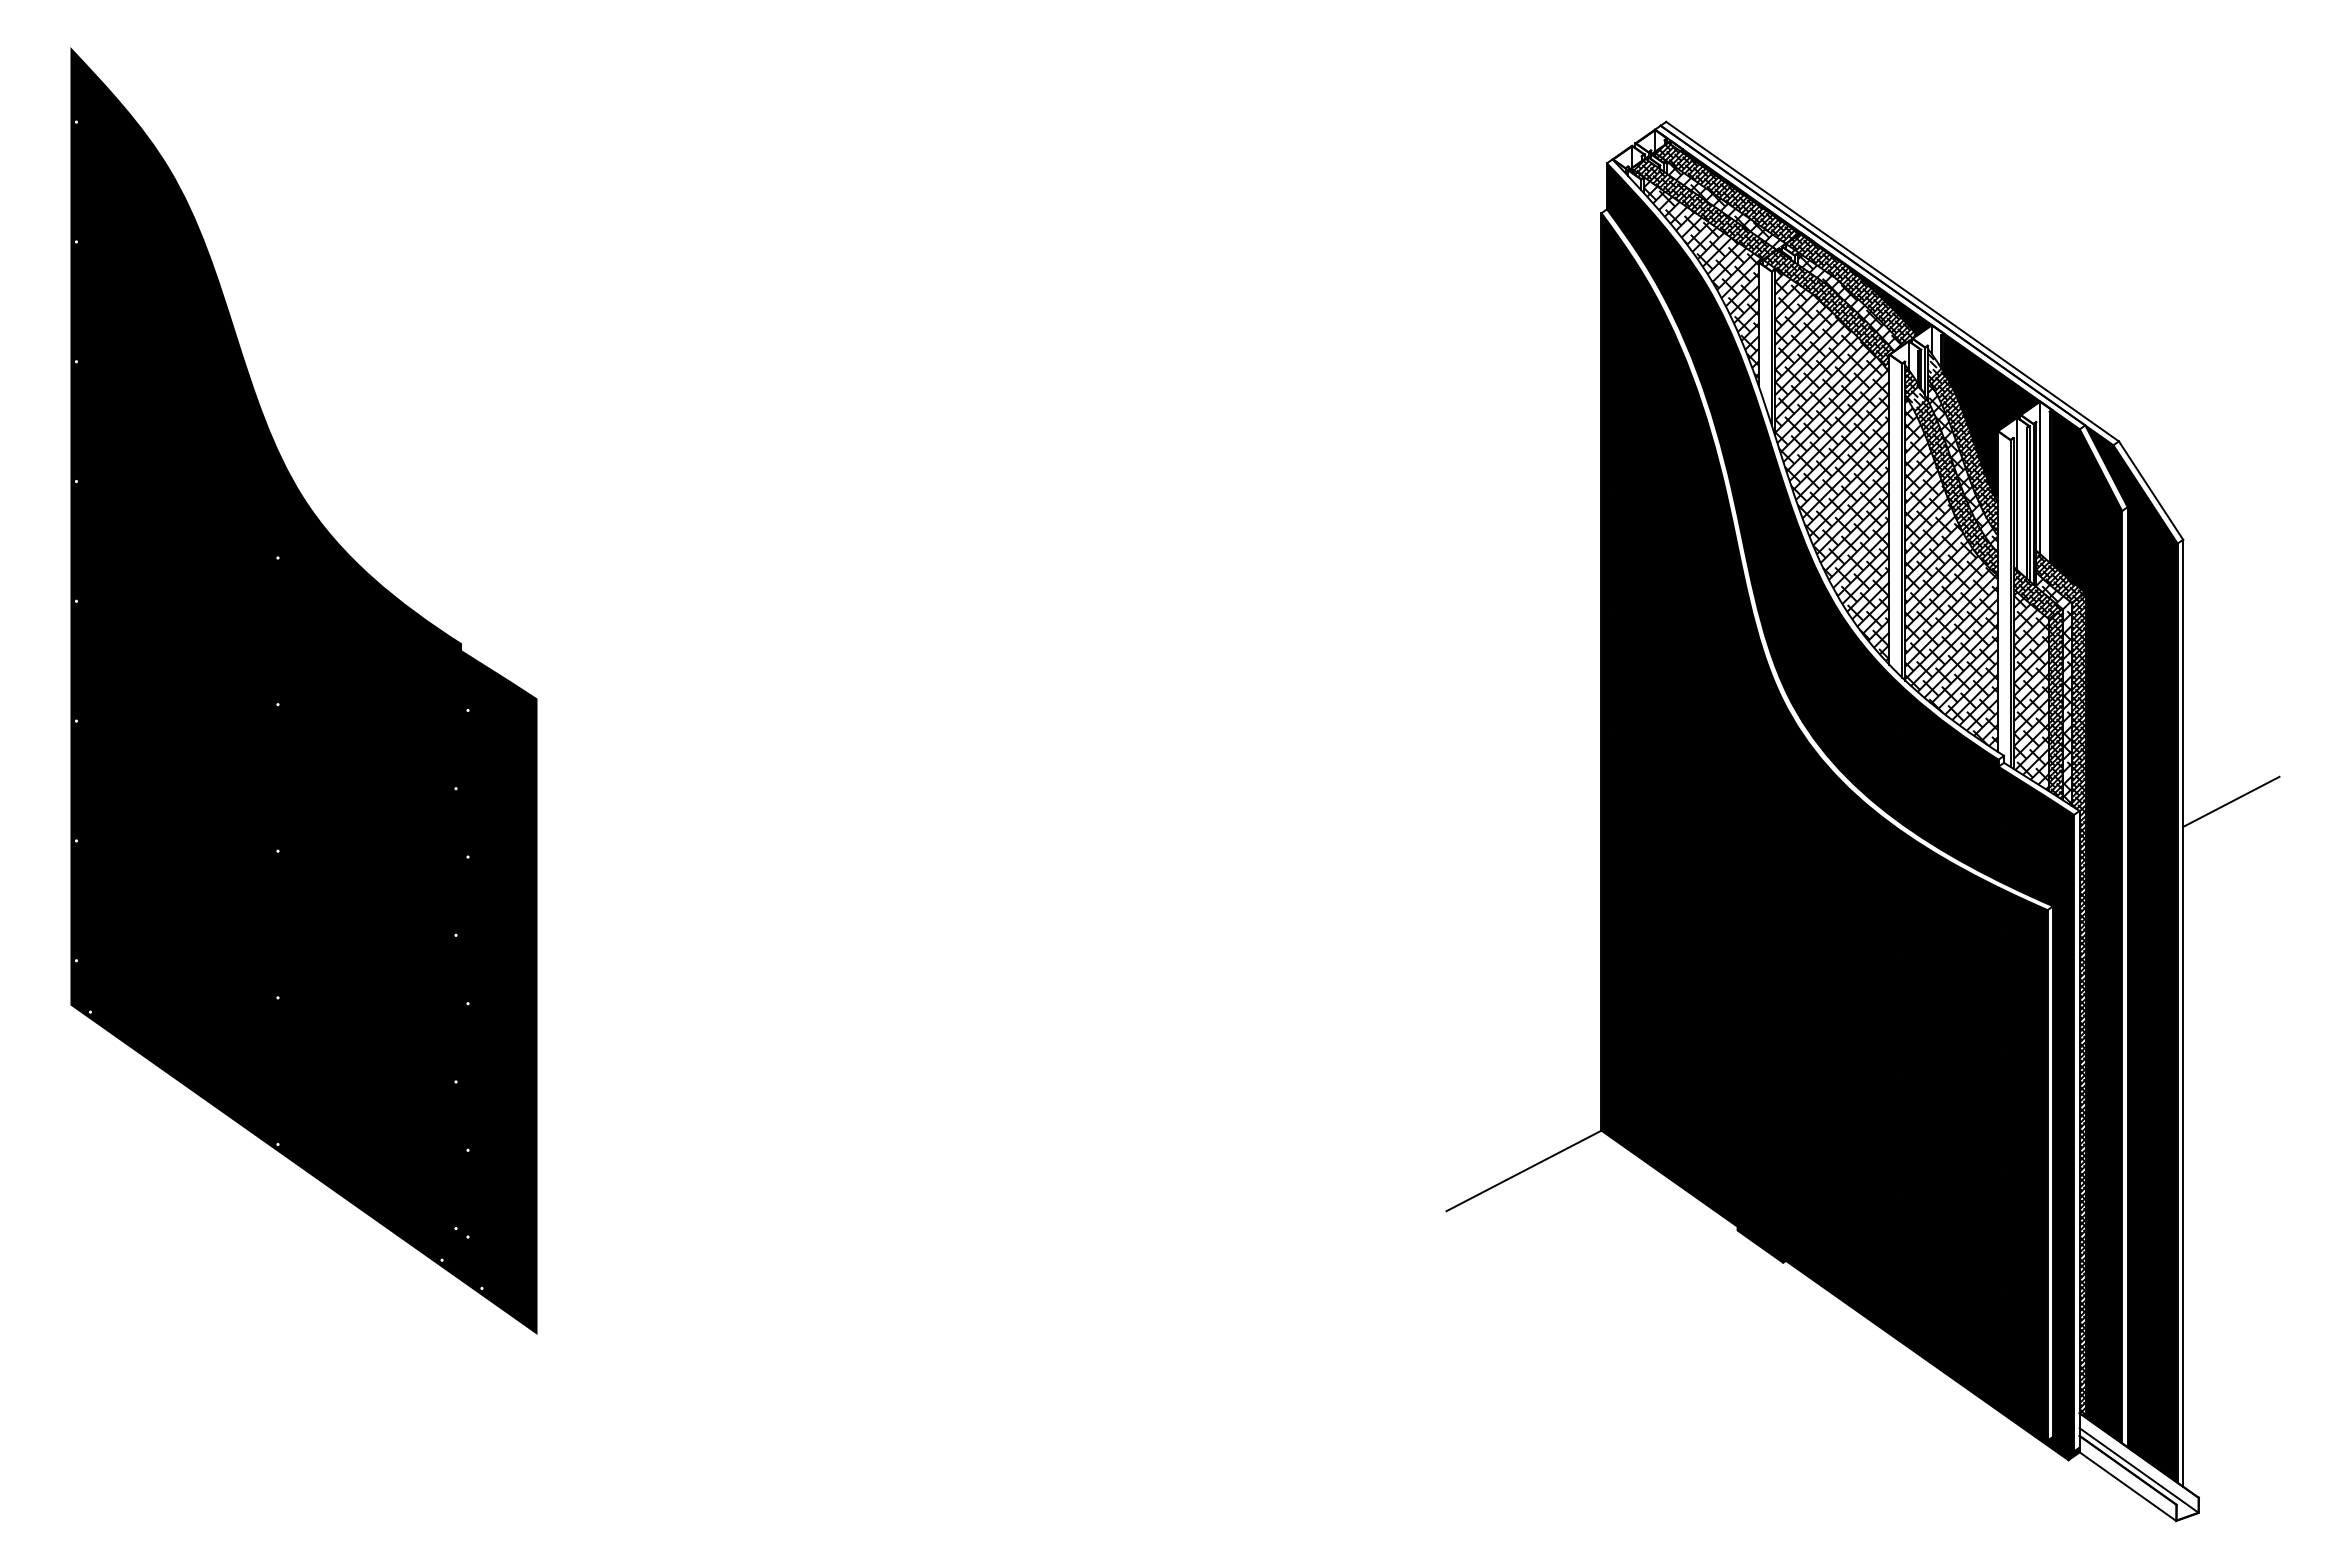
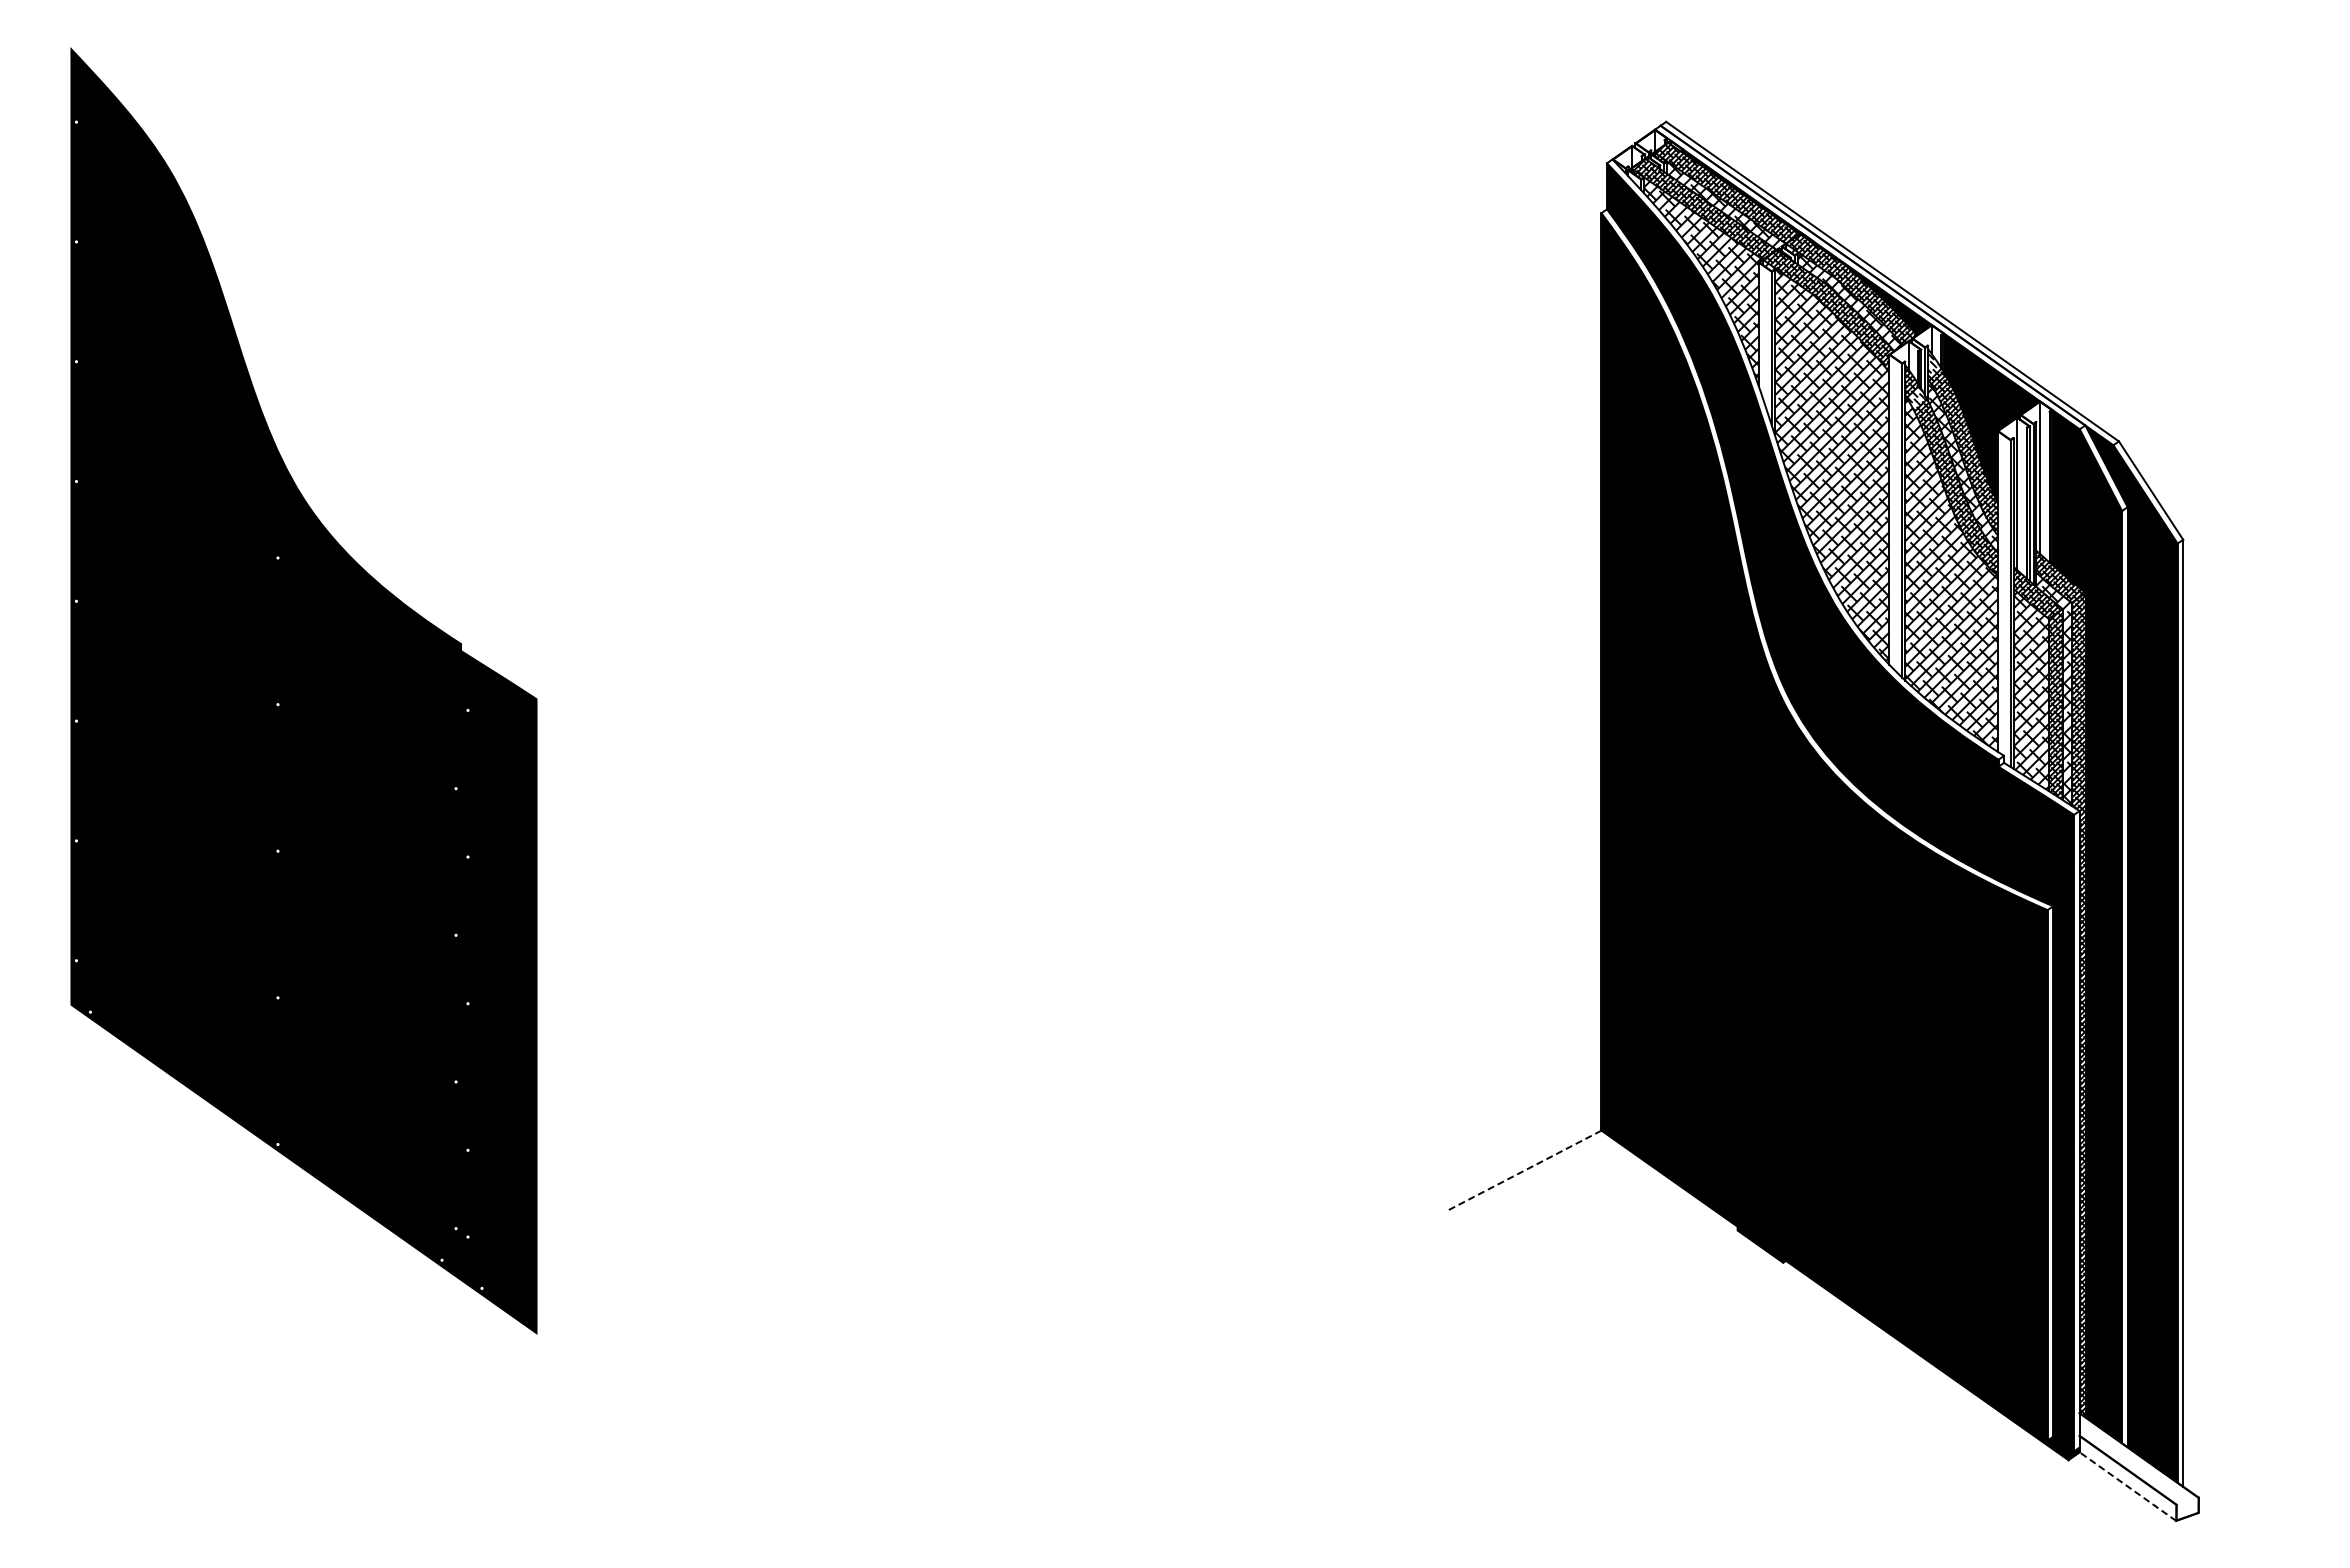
line at (2231, 801): present -> none
line at (1523, 1171): solid -> dashed
line at (2138, 1470): present -> none
line at (2127, 1486): solid -> dashed
